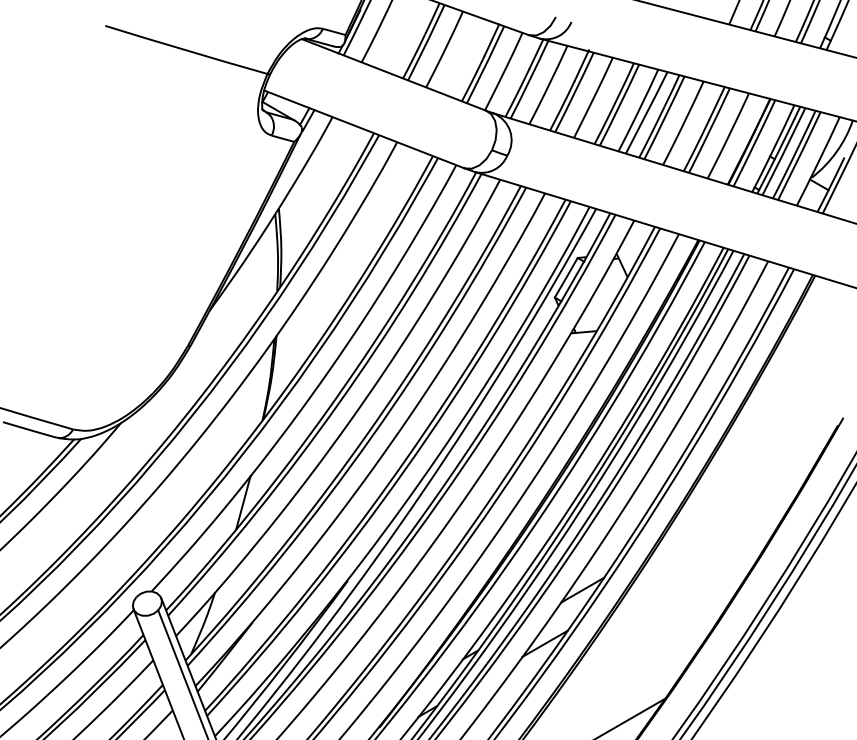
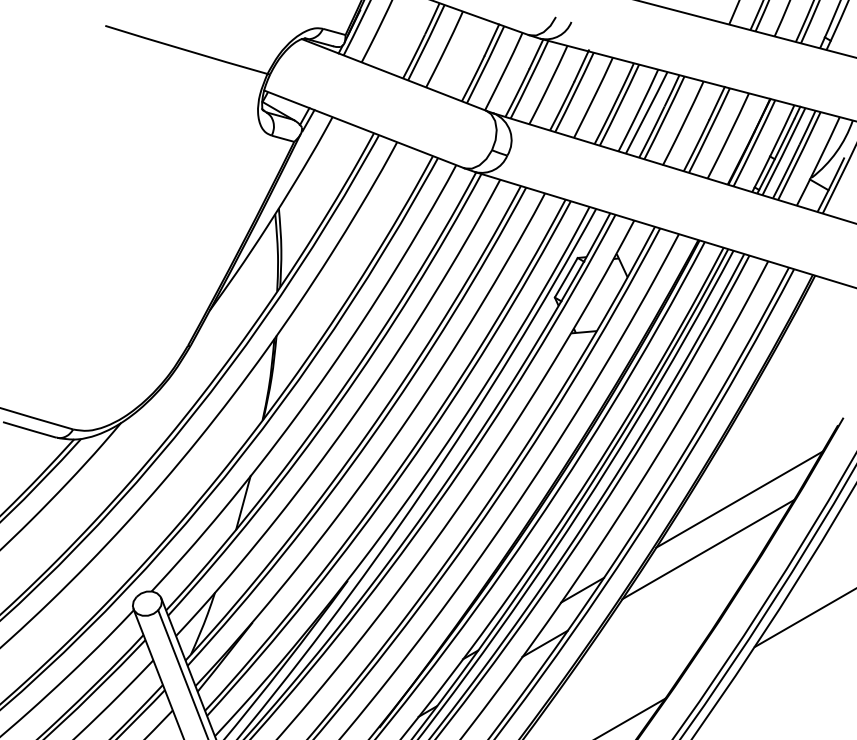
line at (739, 499): none -> present
line at (708, 549): none -> present
line at (803, 618): none -> present
